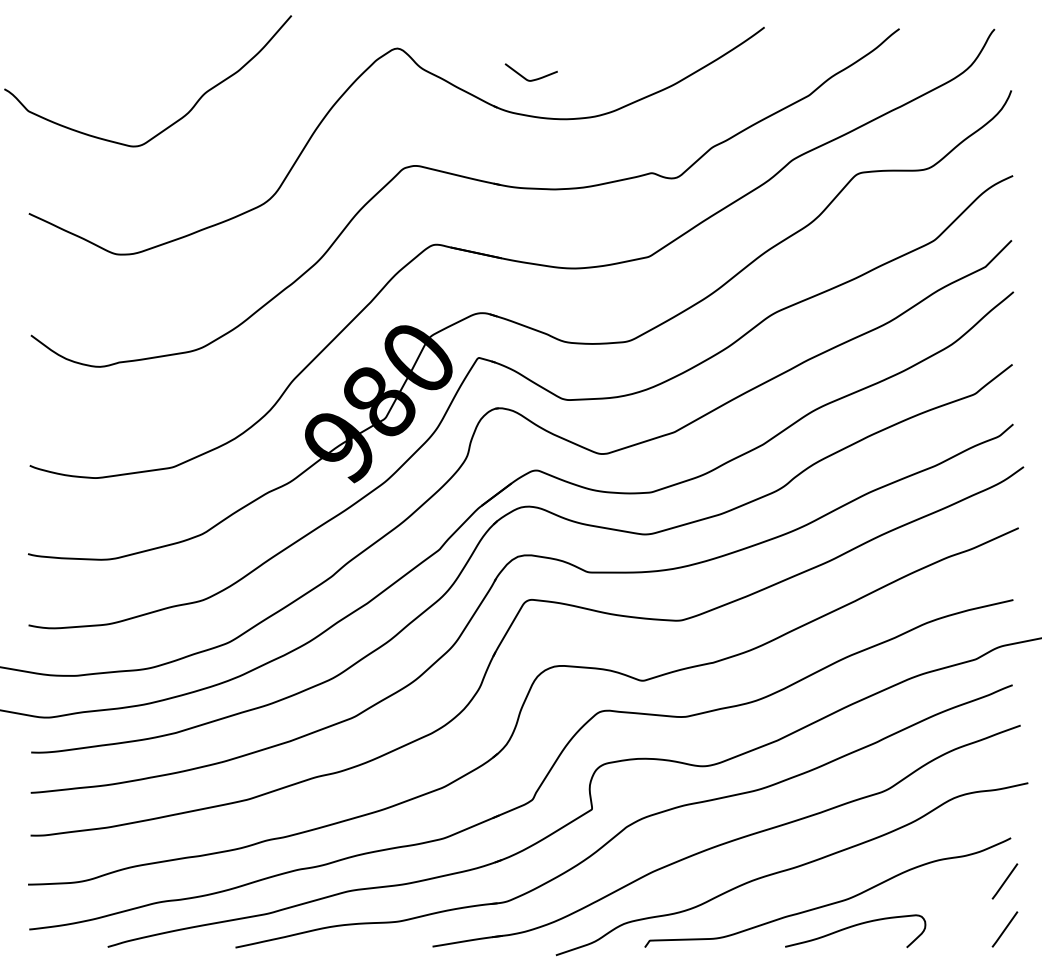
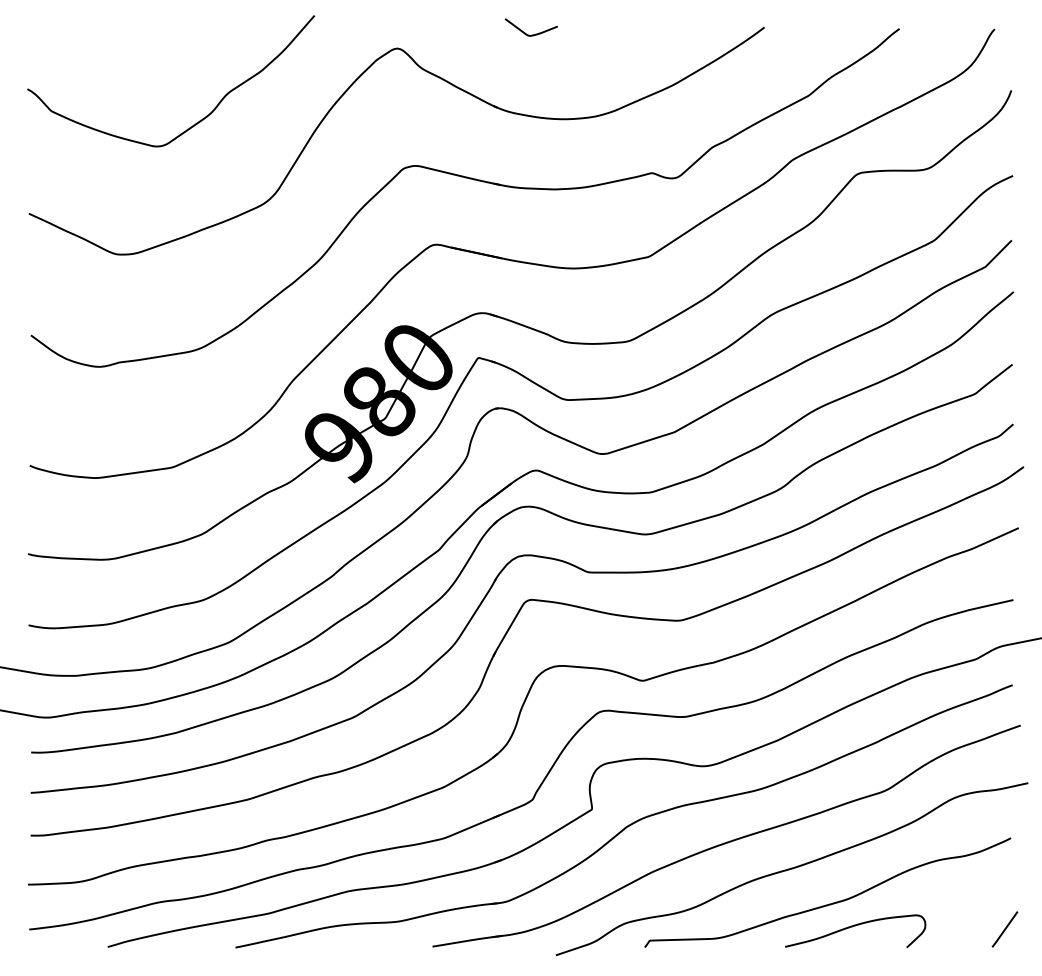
curve at (525, 77) position: (525, 77) -> (525, 32)
curve at (176, 120) position: (176, 120) -> (199, 120)
line at (1004, 881): present -> none
